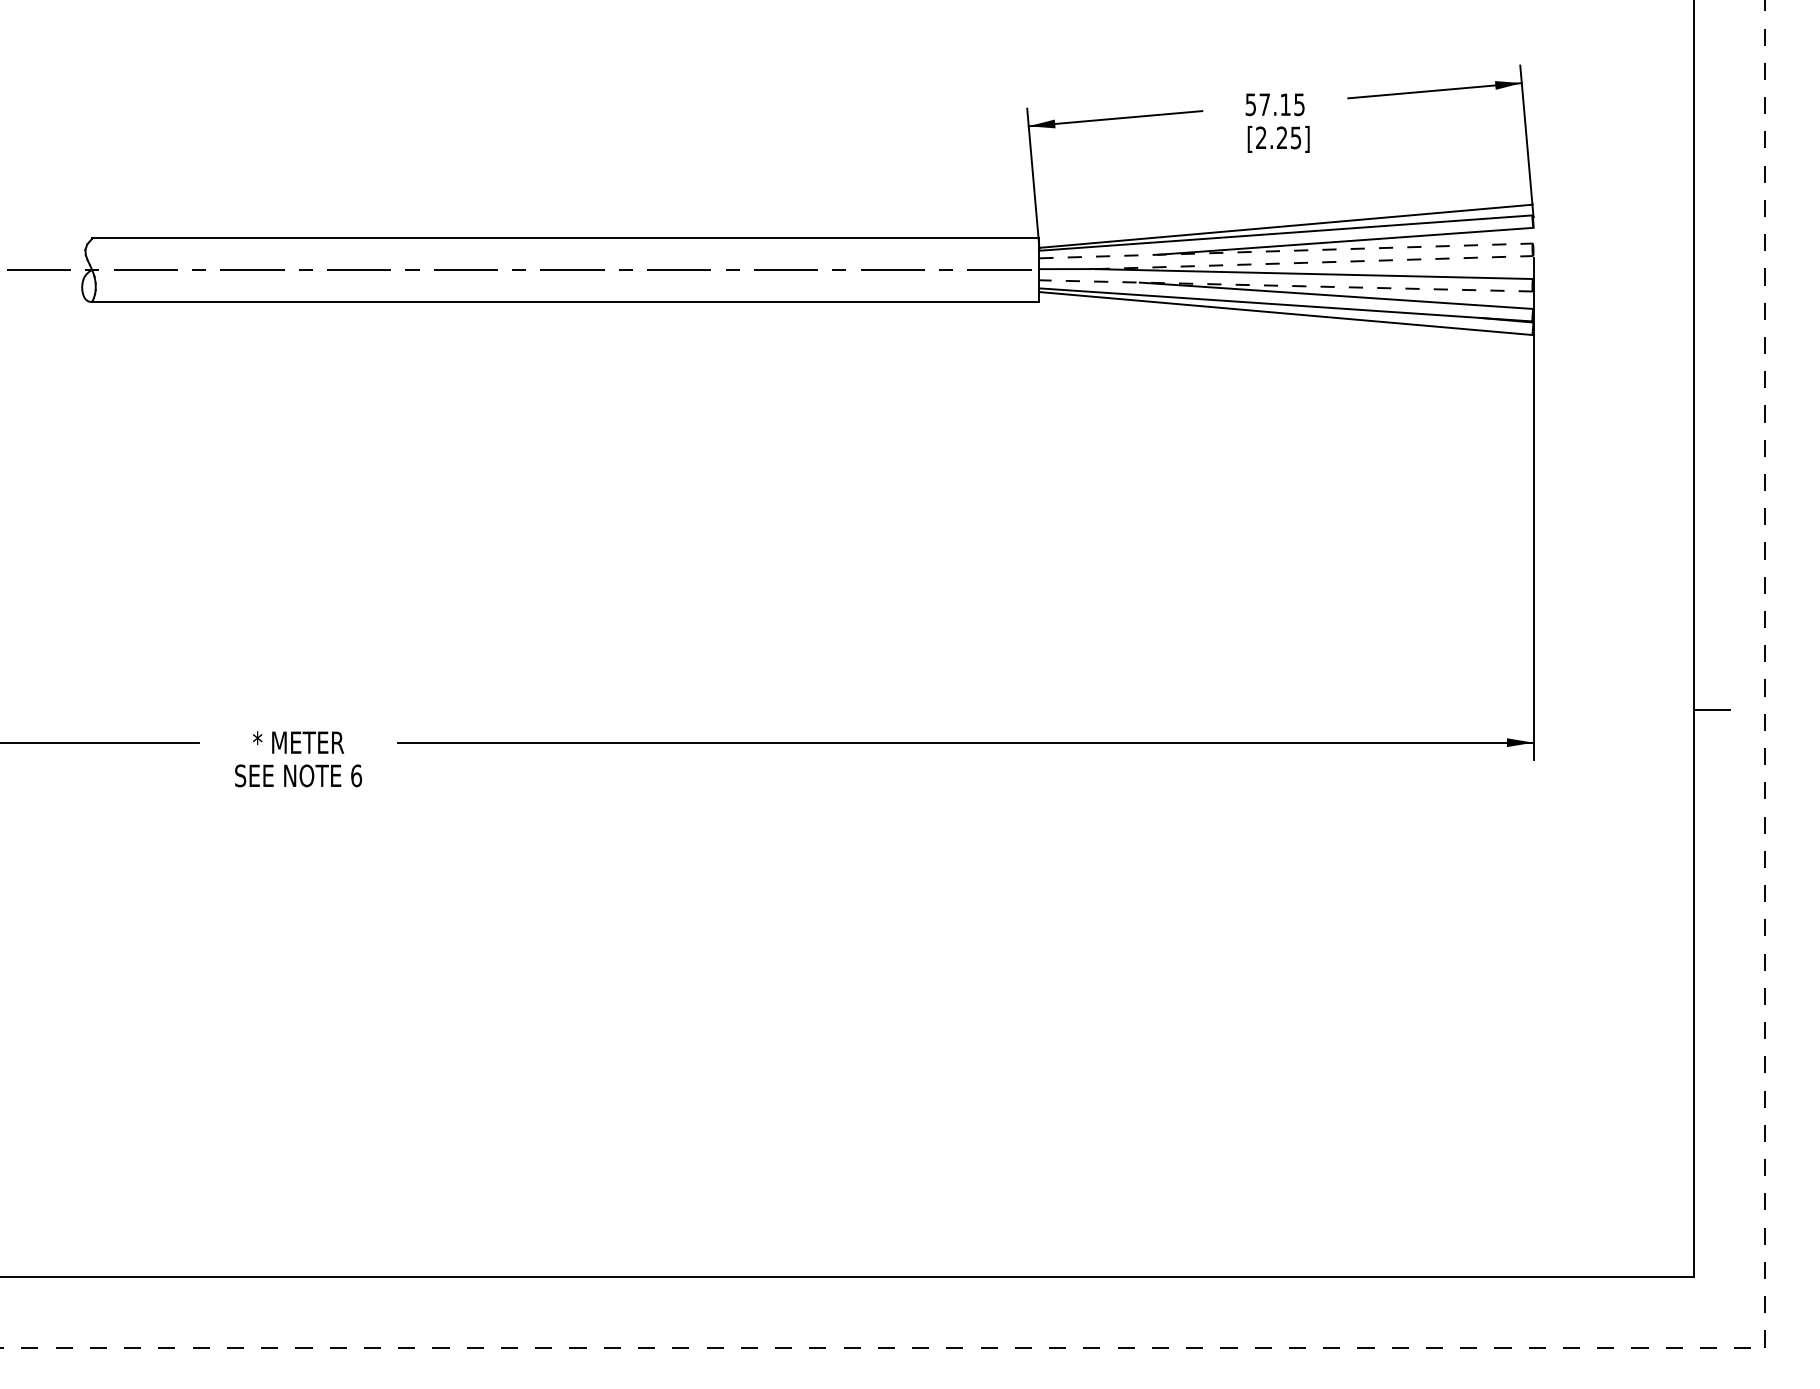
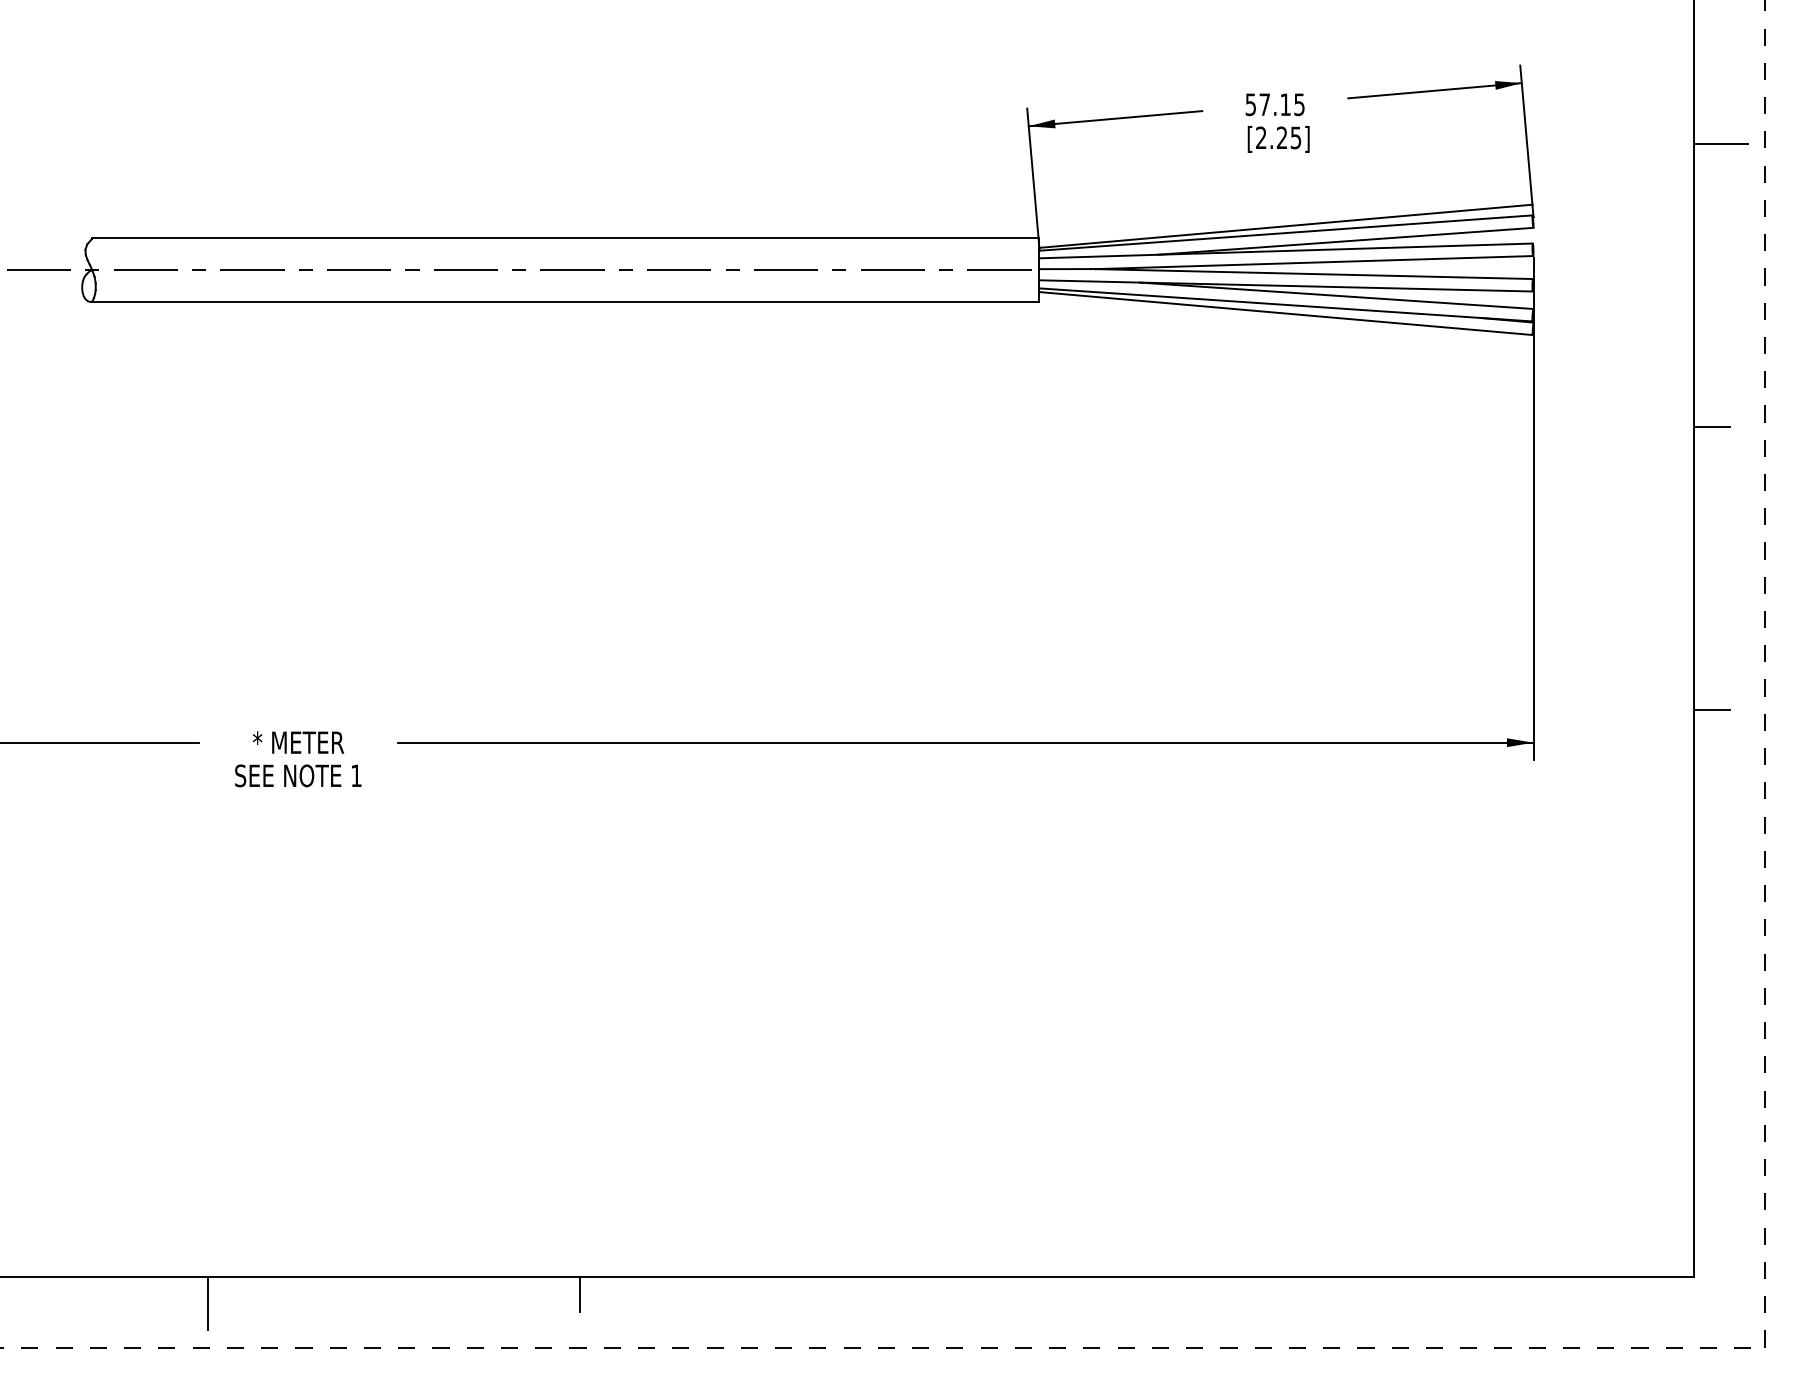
line at (1720, 144): none -> present
line at (1286, 250): dashed -> solid
line at (1314, 262): dashed -> solid
line at (1284, 285): dashed -> solid
line at (1712, 427): none -> present
text at (356, 775): 6 -> 1
line at (579, 1294): none -> present
line at (208, 1302): none -> present
